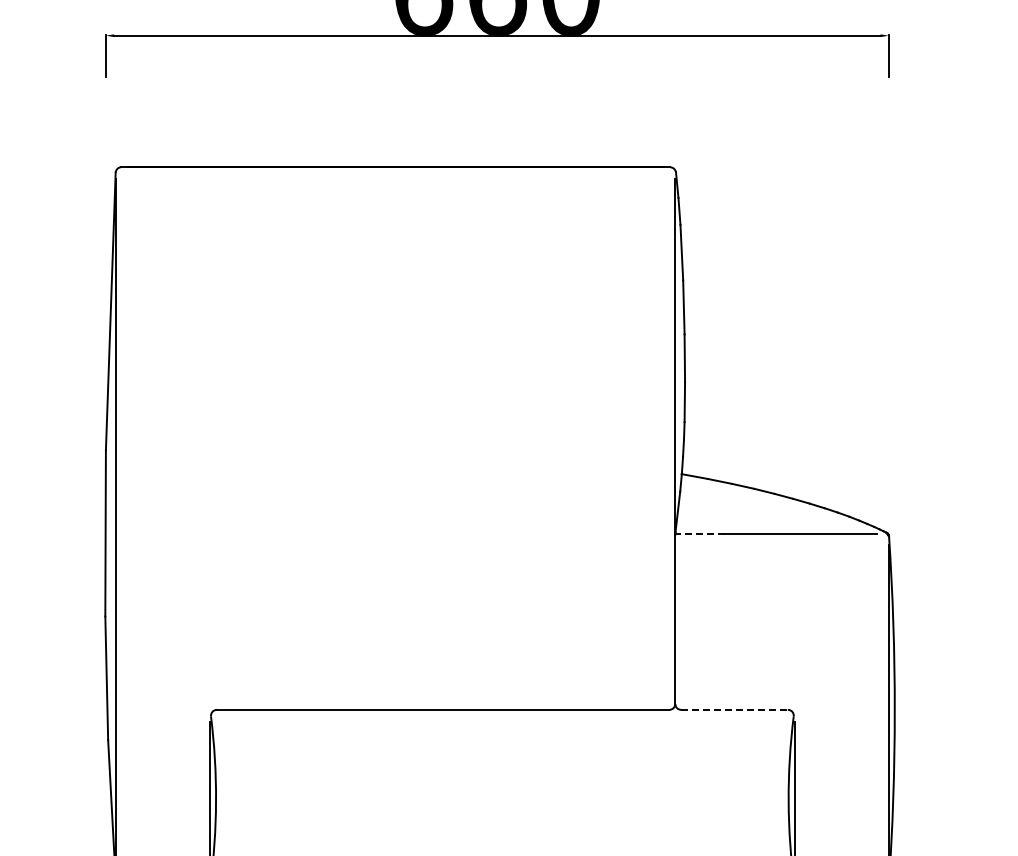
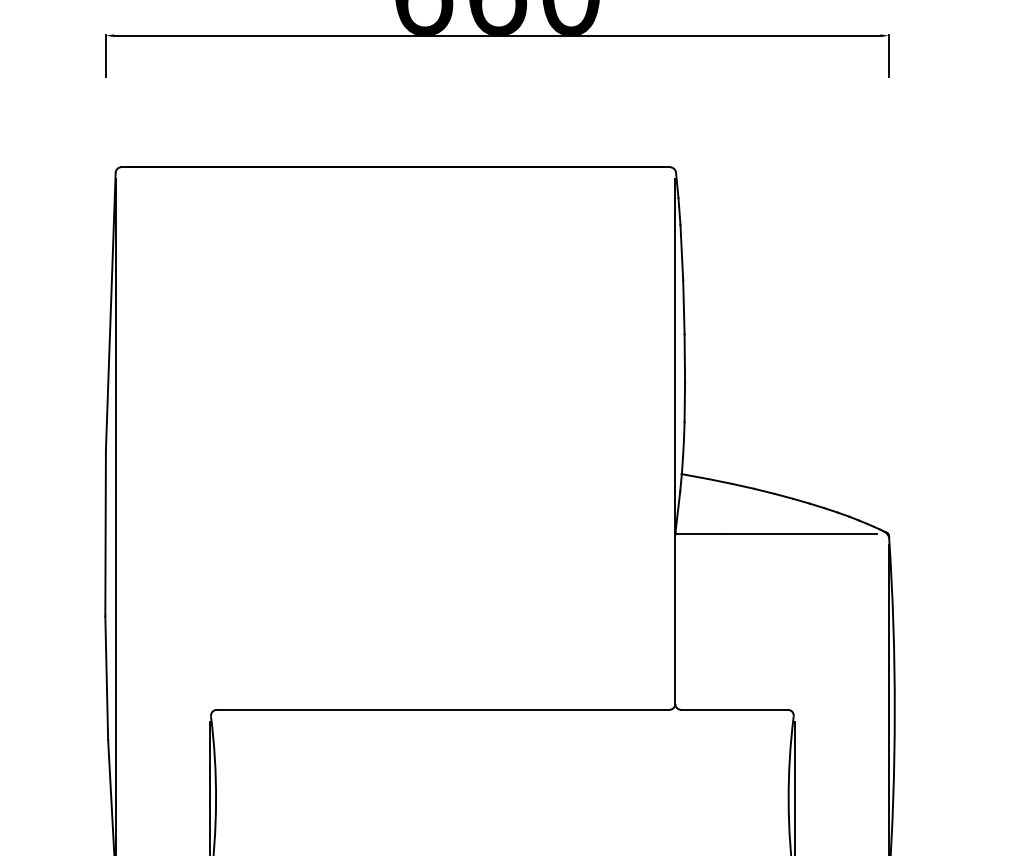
line at (699, 533): dashed -> solid
line at (735, 709): dashed -> solid
